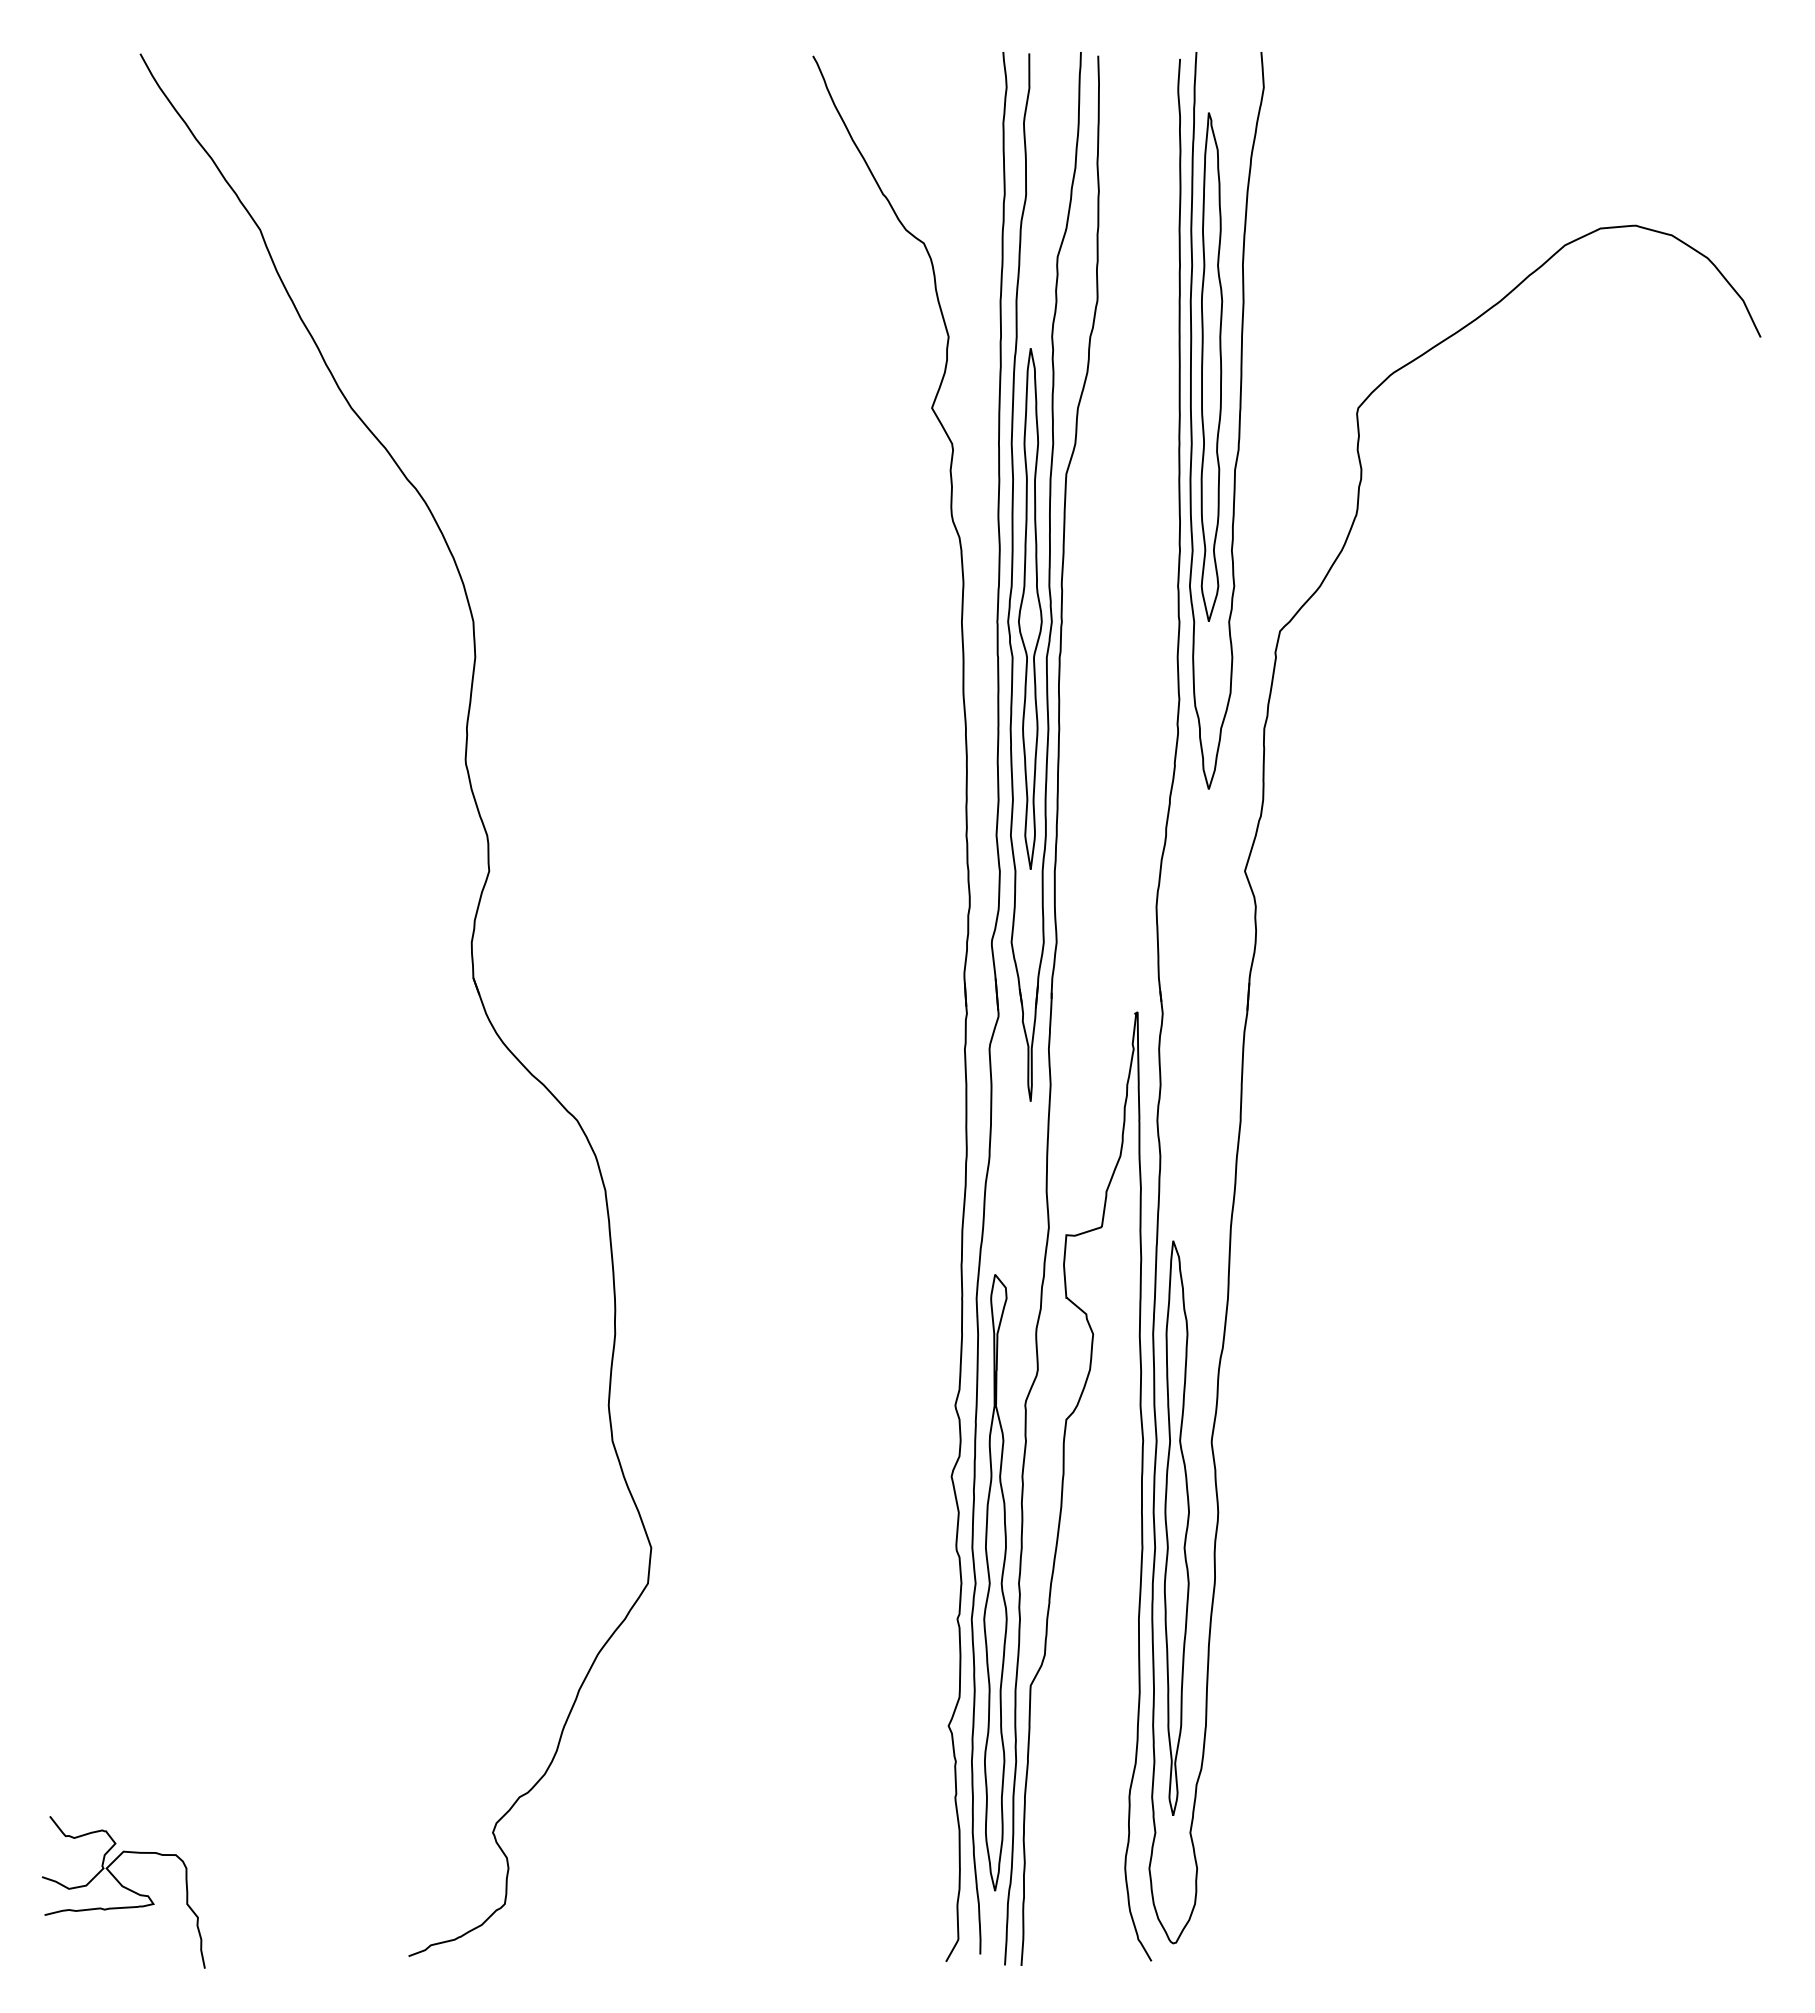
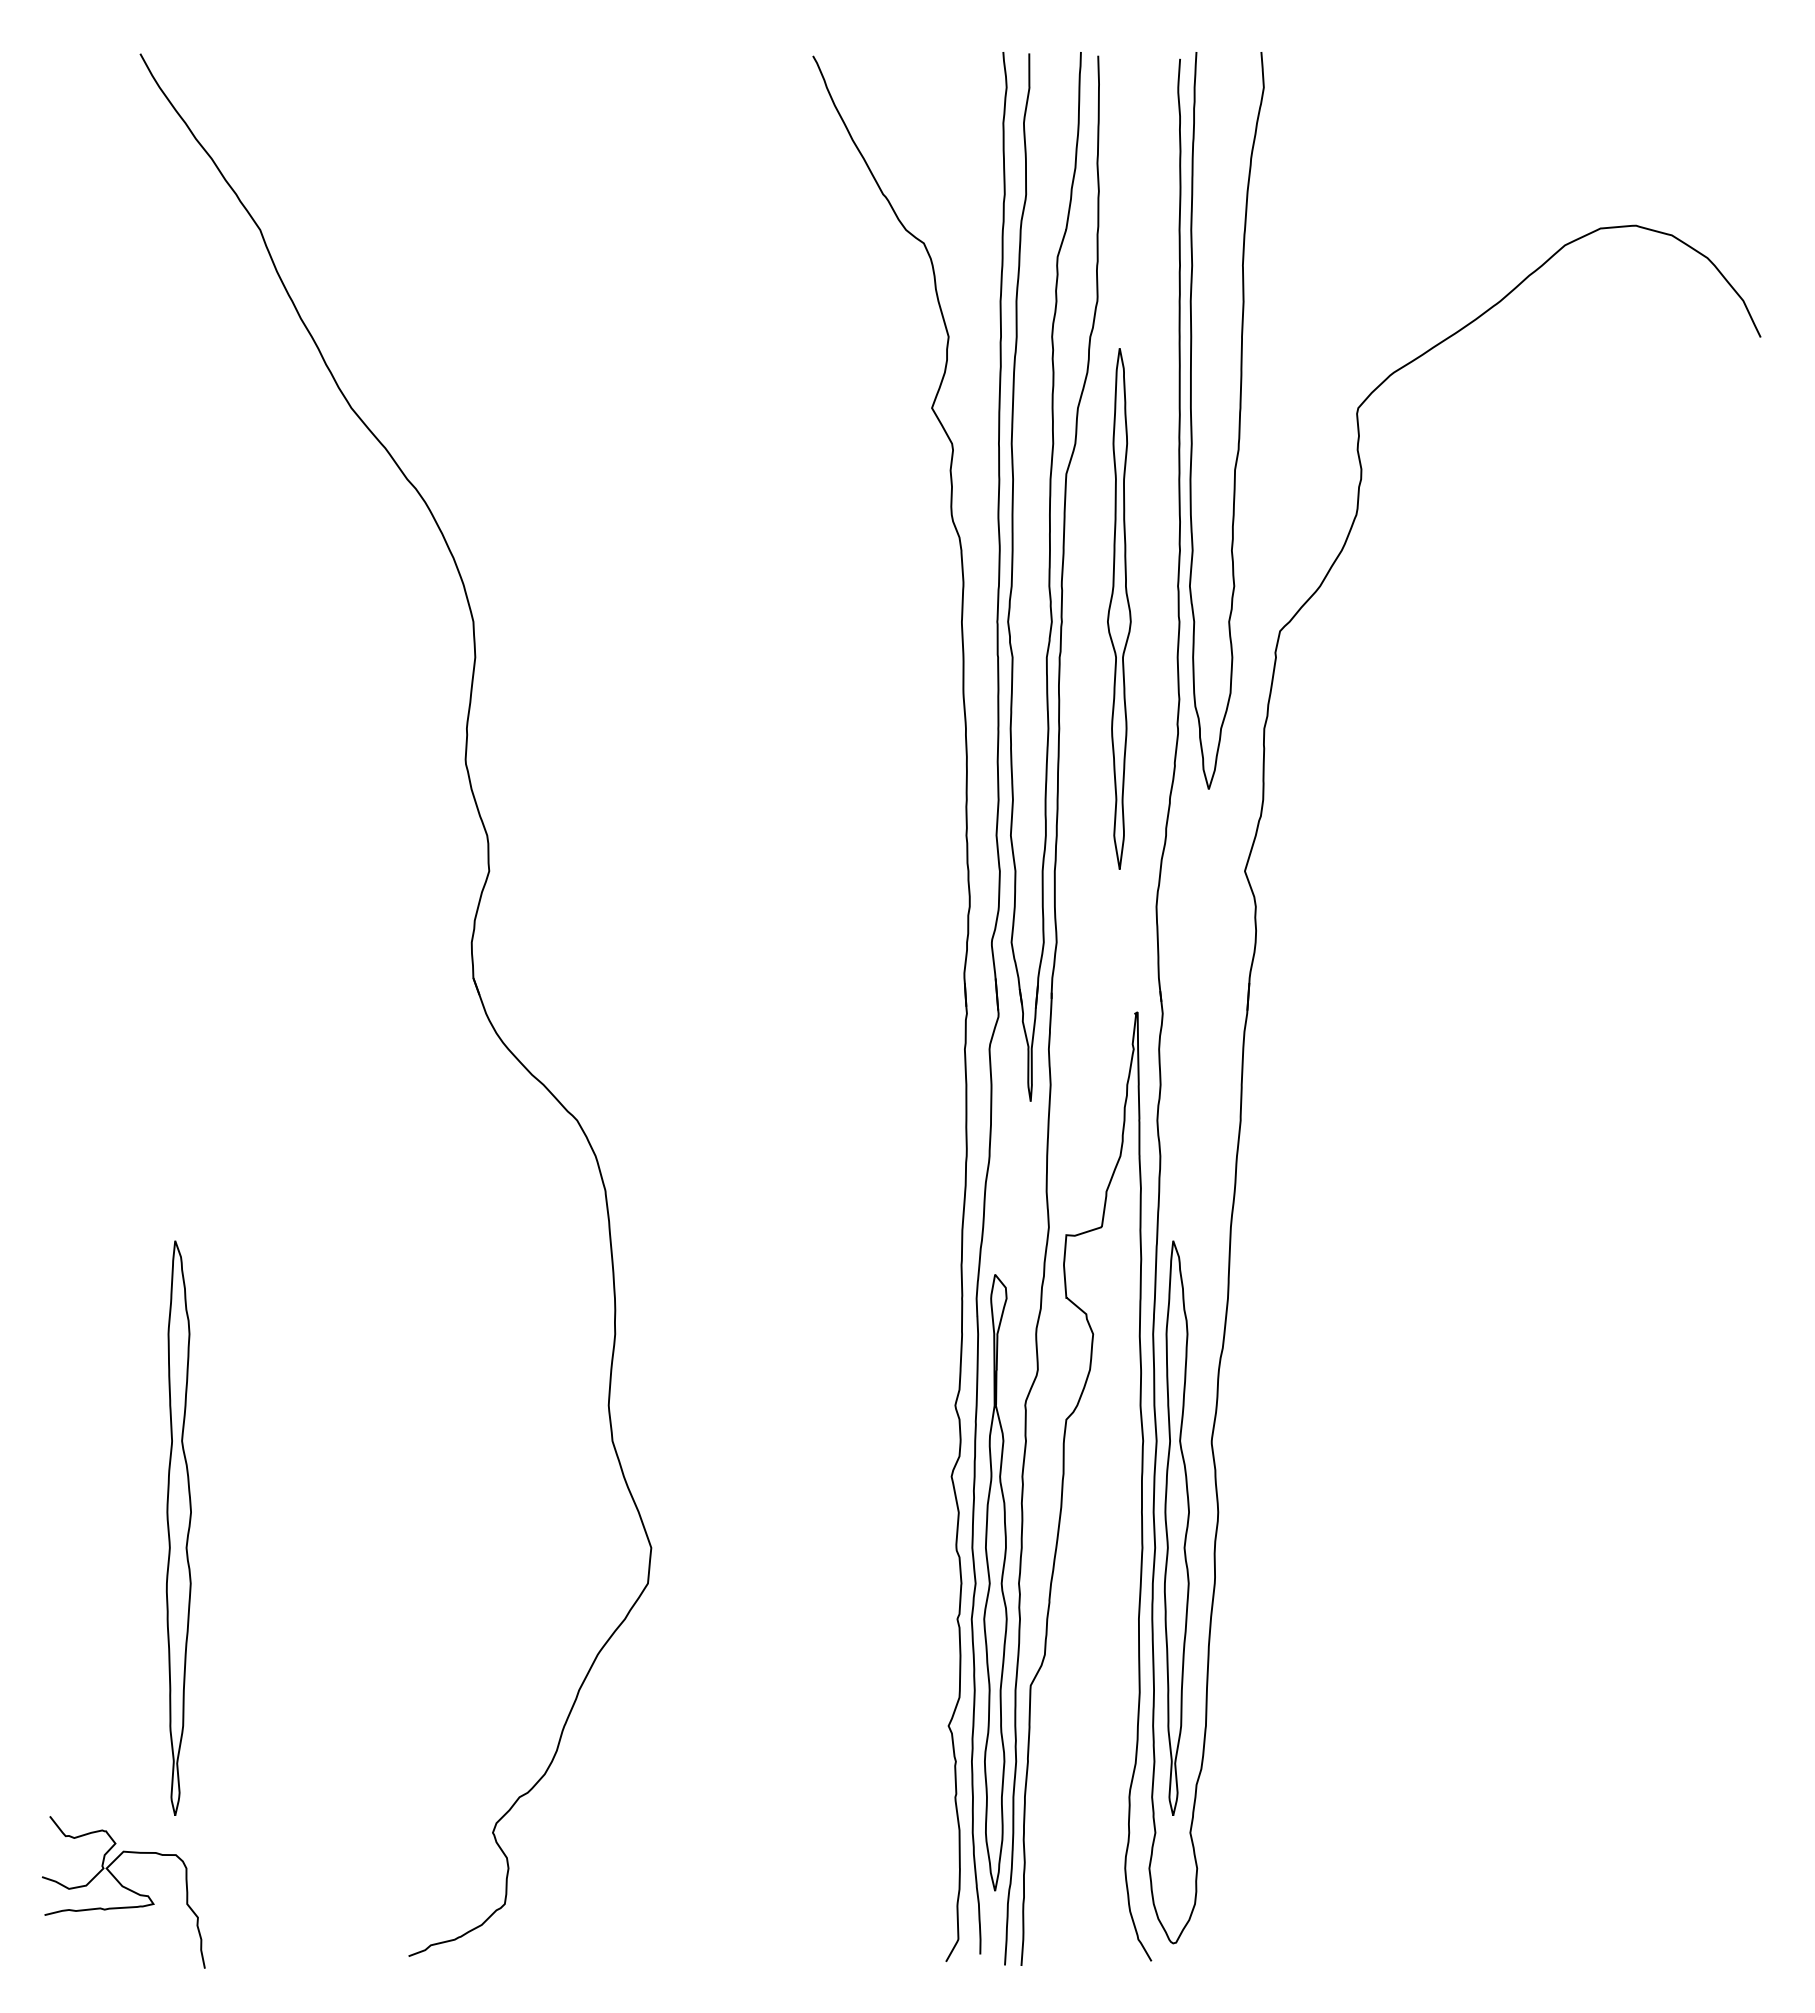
part at (1211, 366): present -> none
part at (1030, 608) position: (1030, 608) -> (1119, 608)
part at (178, 1527): none -> present
